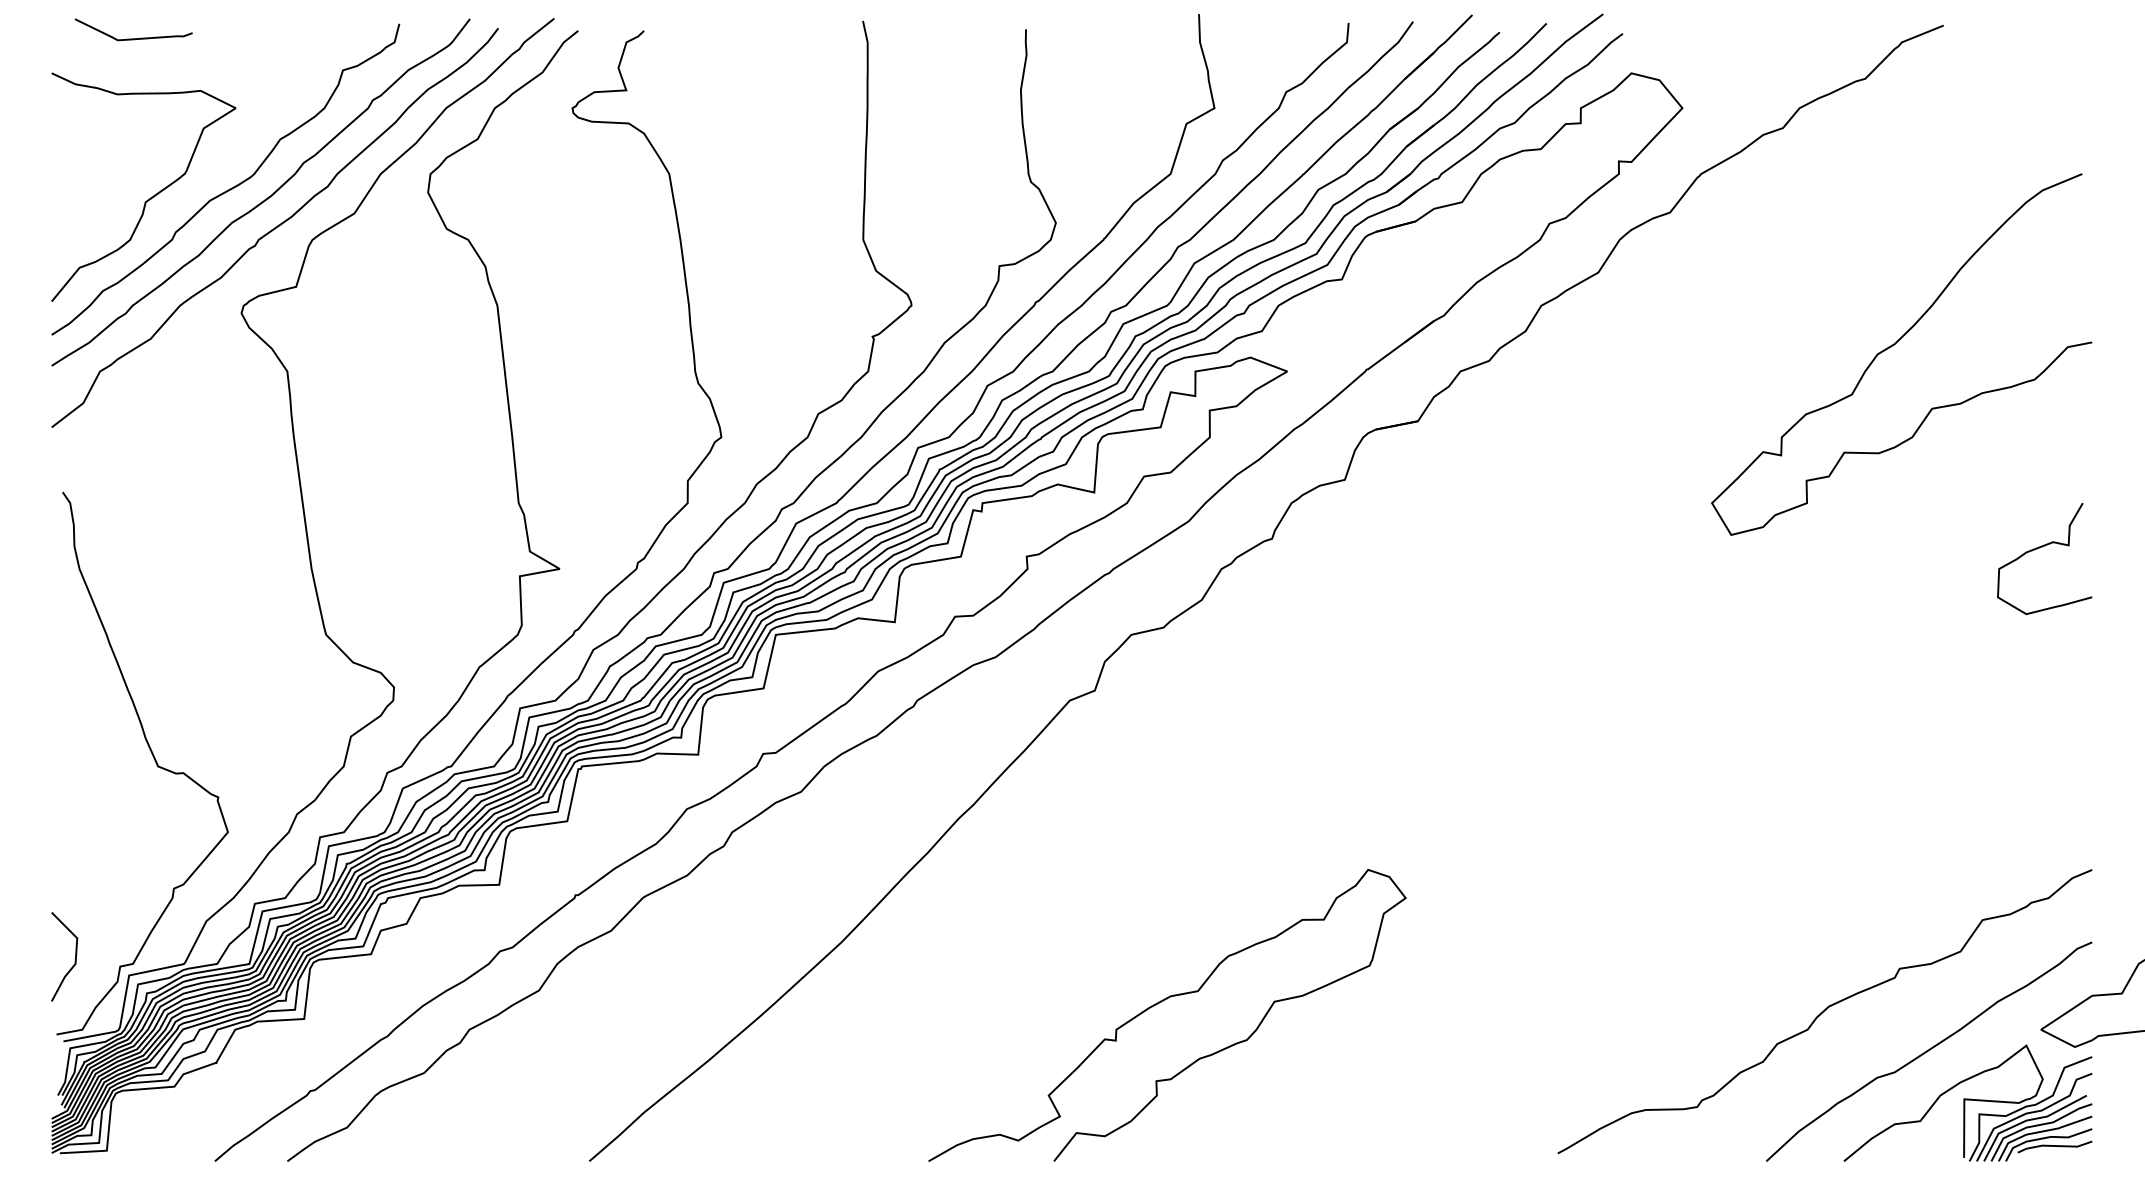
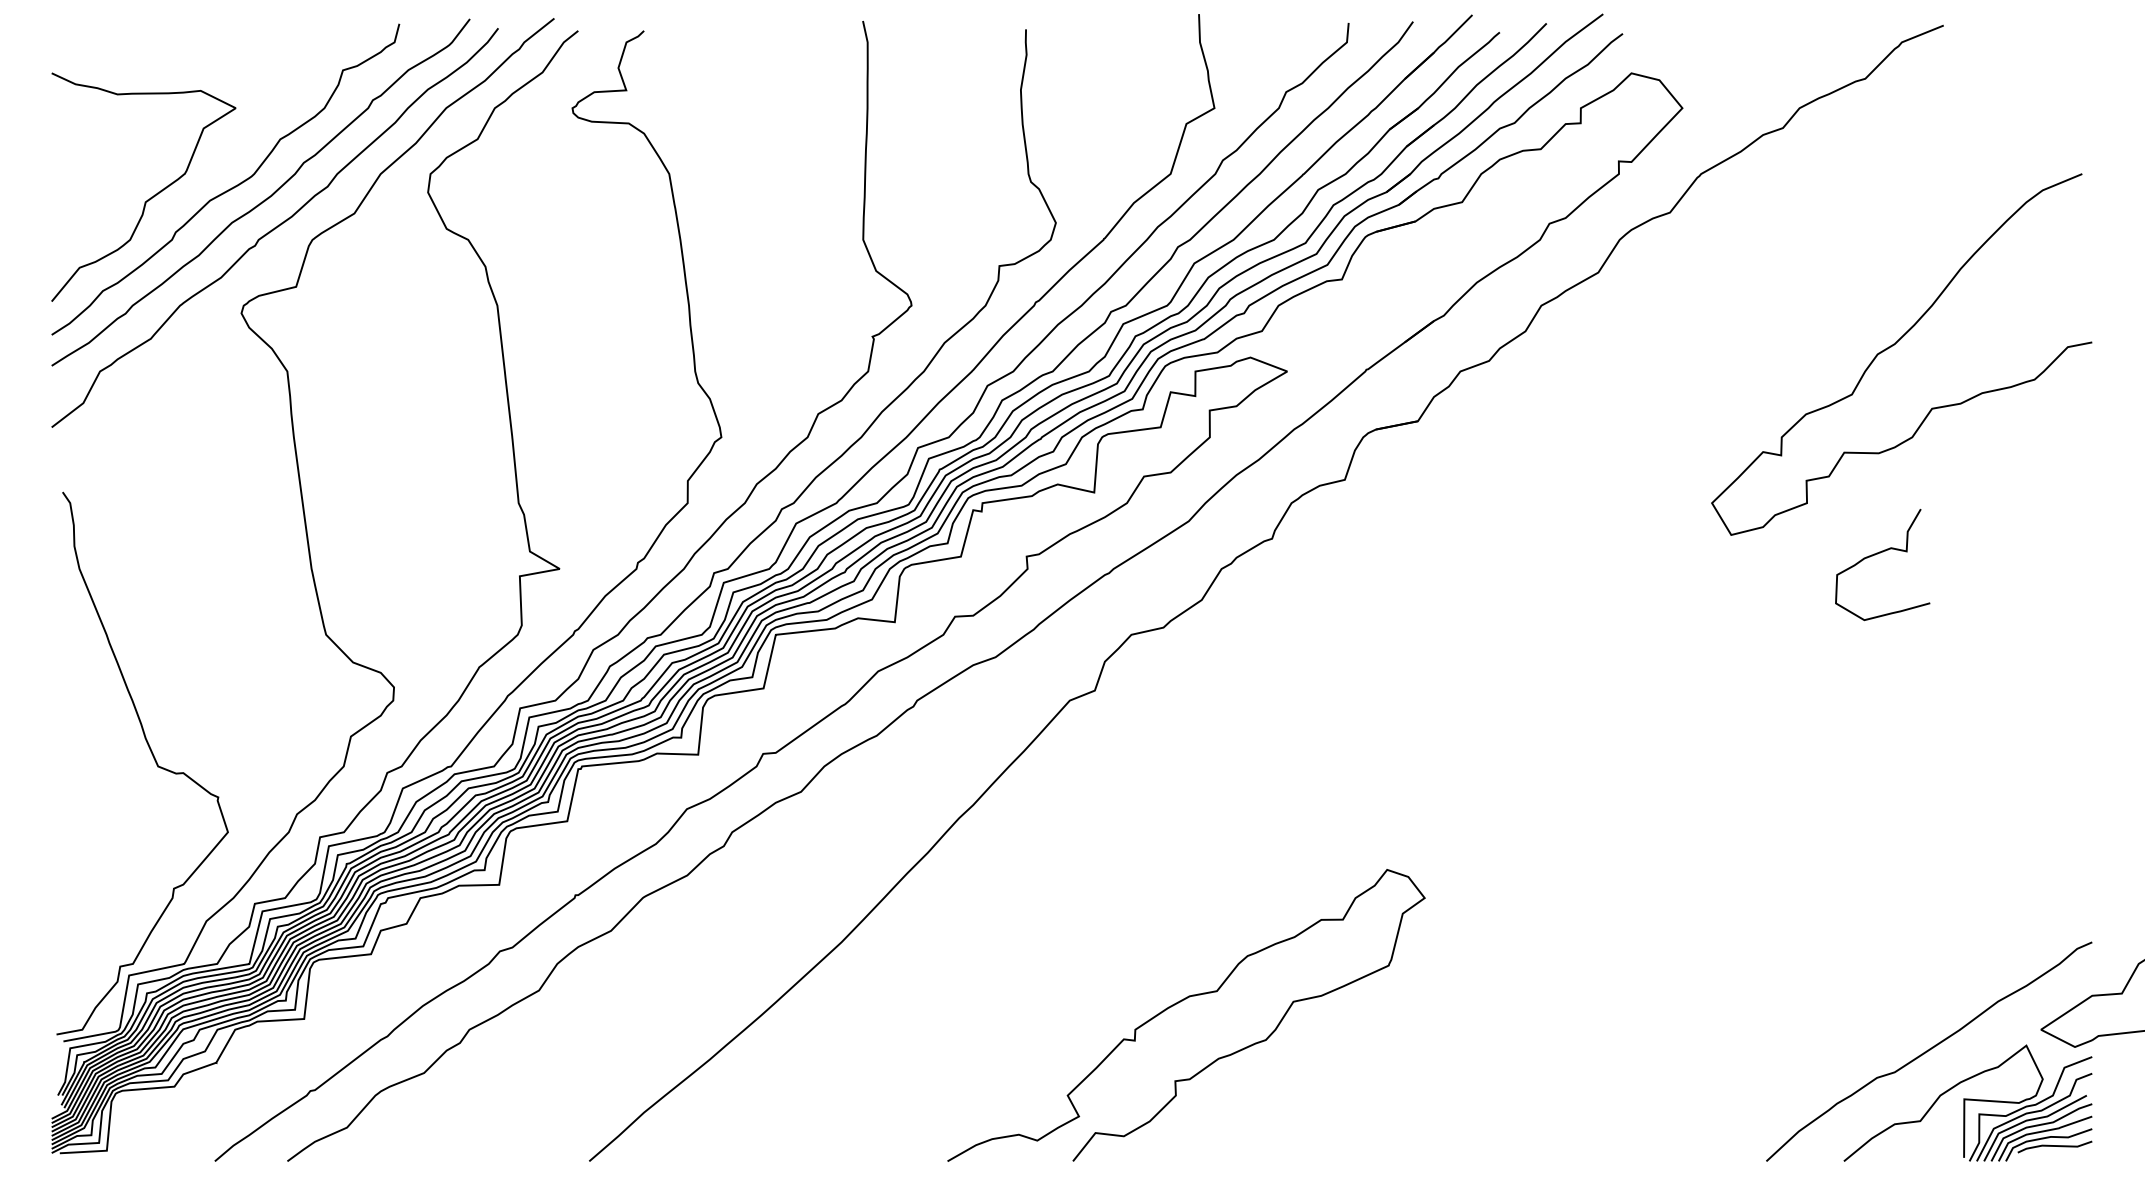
curve at (133, 38): present -> none
curve at (2042, 547) position: (2042, 547) -> (1880, 553)
line at (74, 960): present -> none
curve at (1161, 1002) position: (1161, 1002) -> (1180, 1002)
curve at (1824, 1011): present -> none
